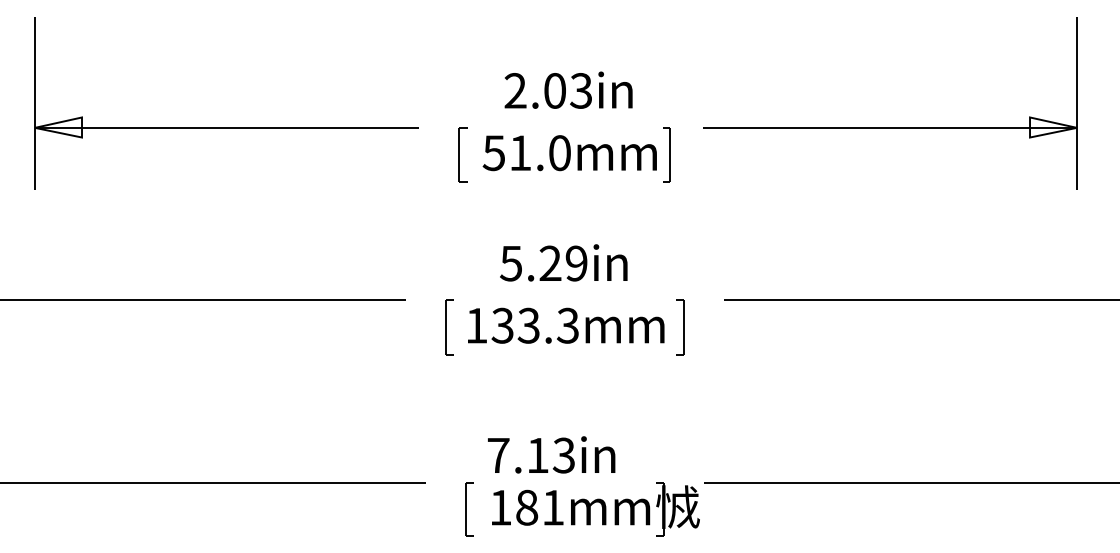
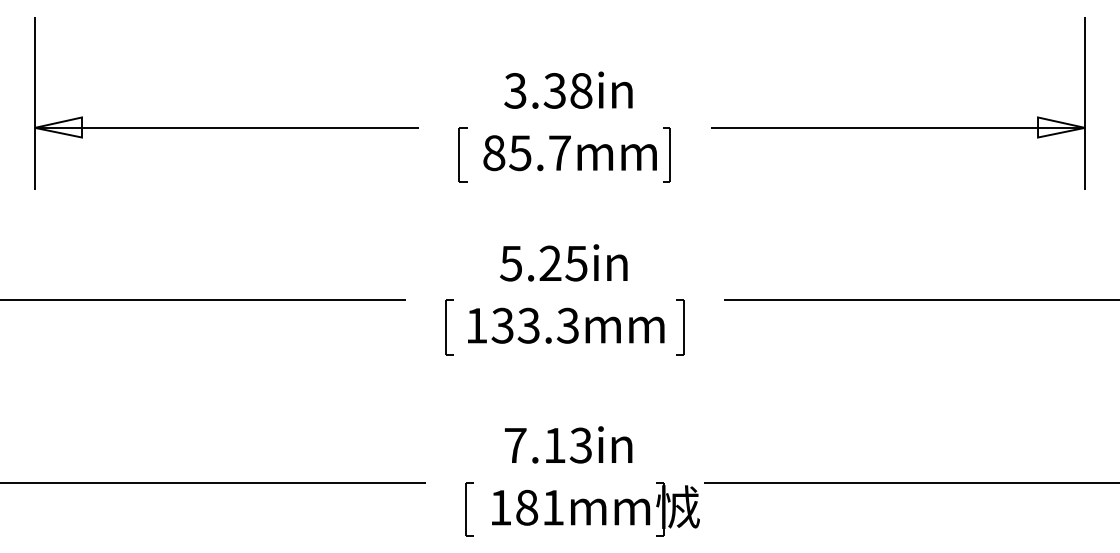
text at (548, 90): 2.03in -> 3.38in
part at (890, 127) position: (890, 127) -> (898, 127)
text at (526, 153): 51.0mm -> 85.7mm
text at (576, 263): 5.29in -> 5.25in
text at (551, 454) position: (551, 454) -> (568, 444)
